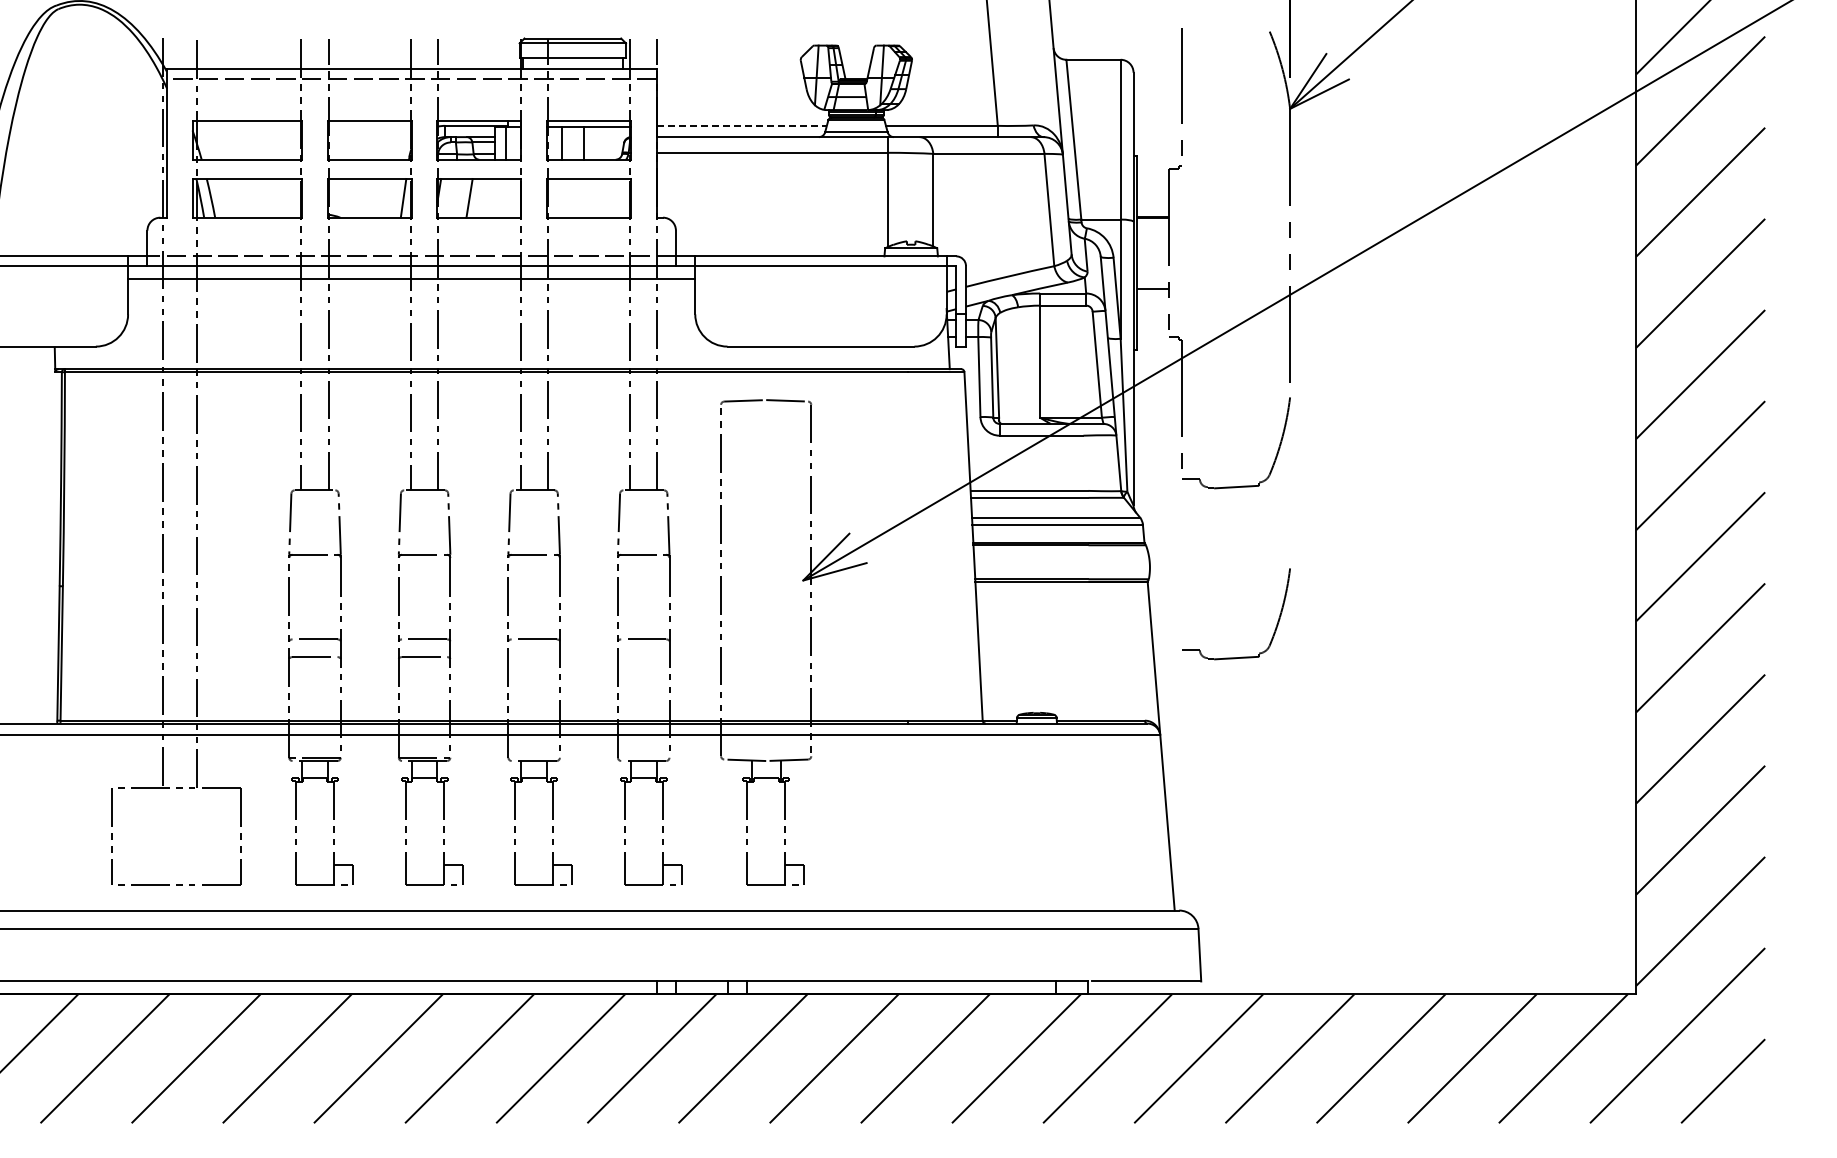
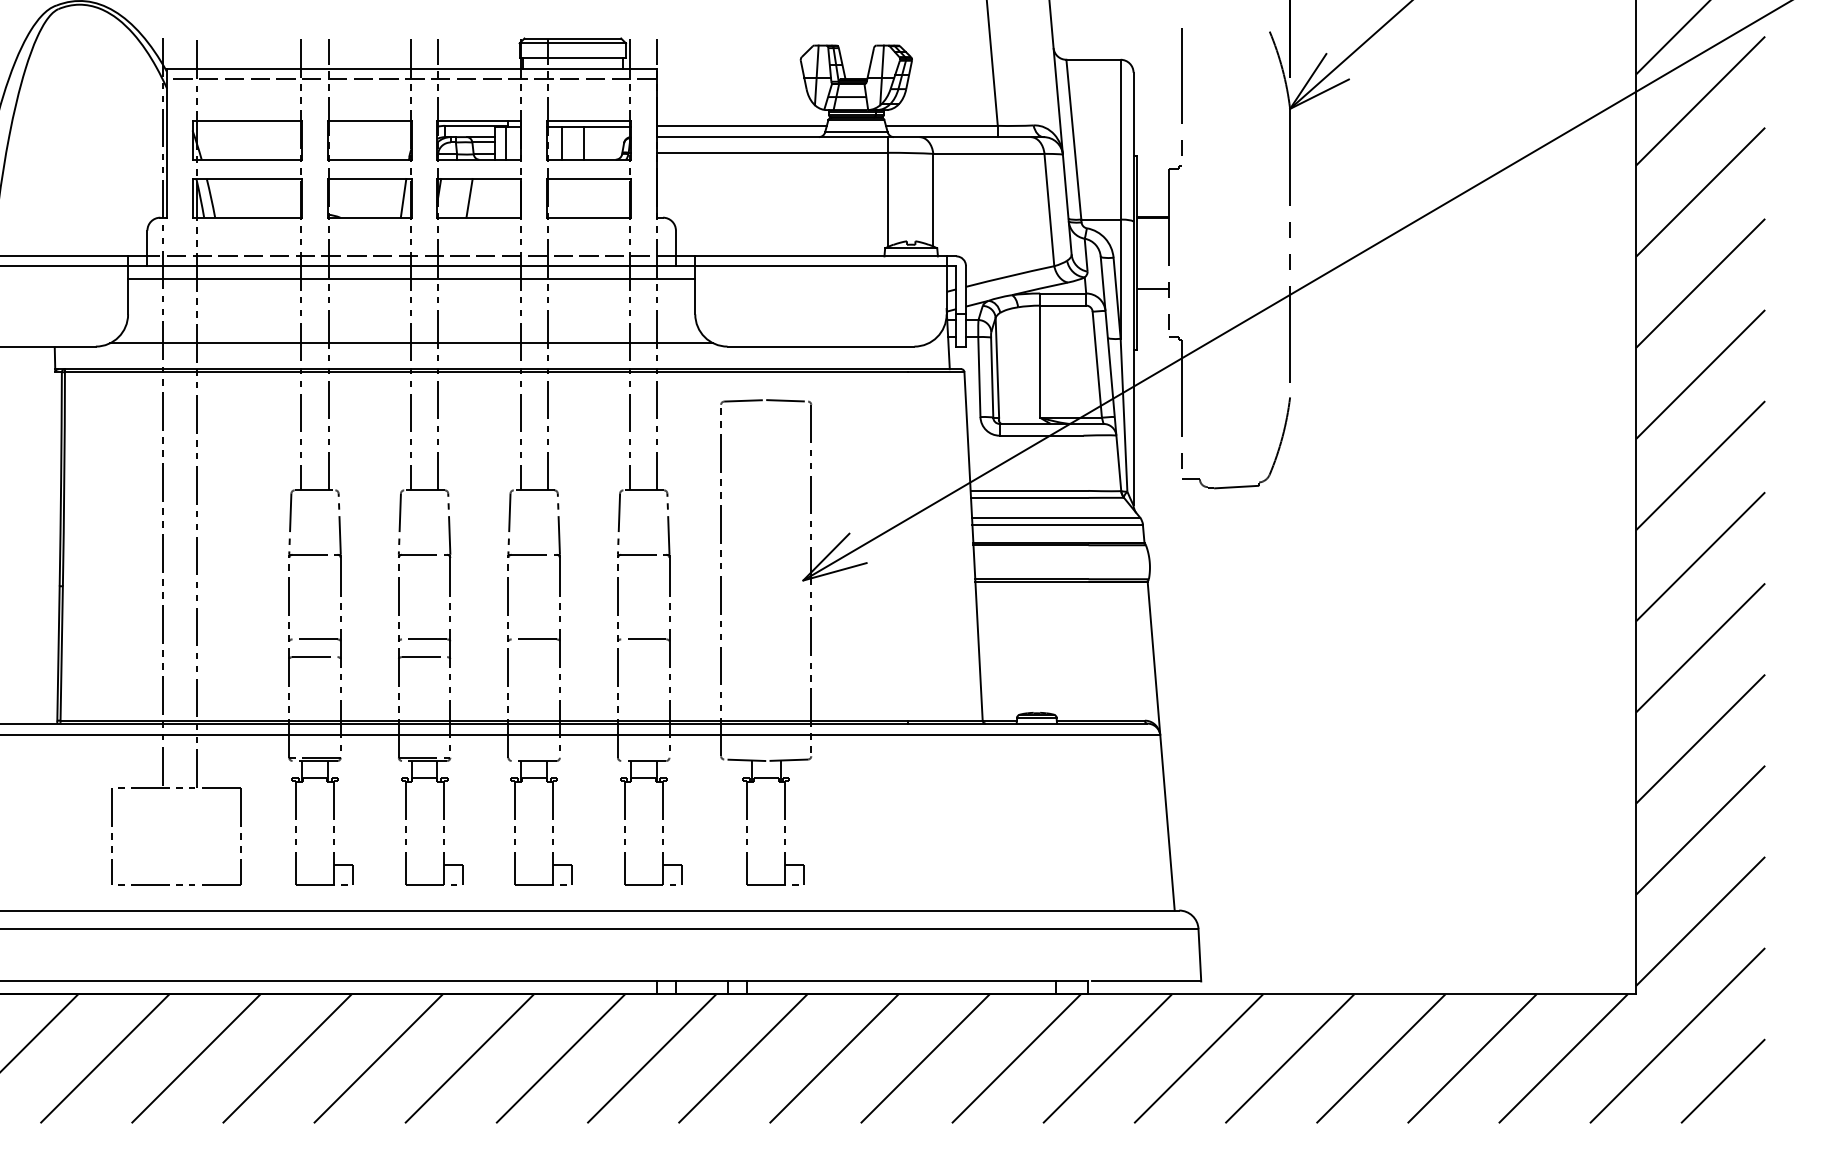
line at (742, 125): dashed -> solid
line at (411, 343): none -> present
part at (1275, 627): present -> none
